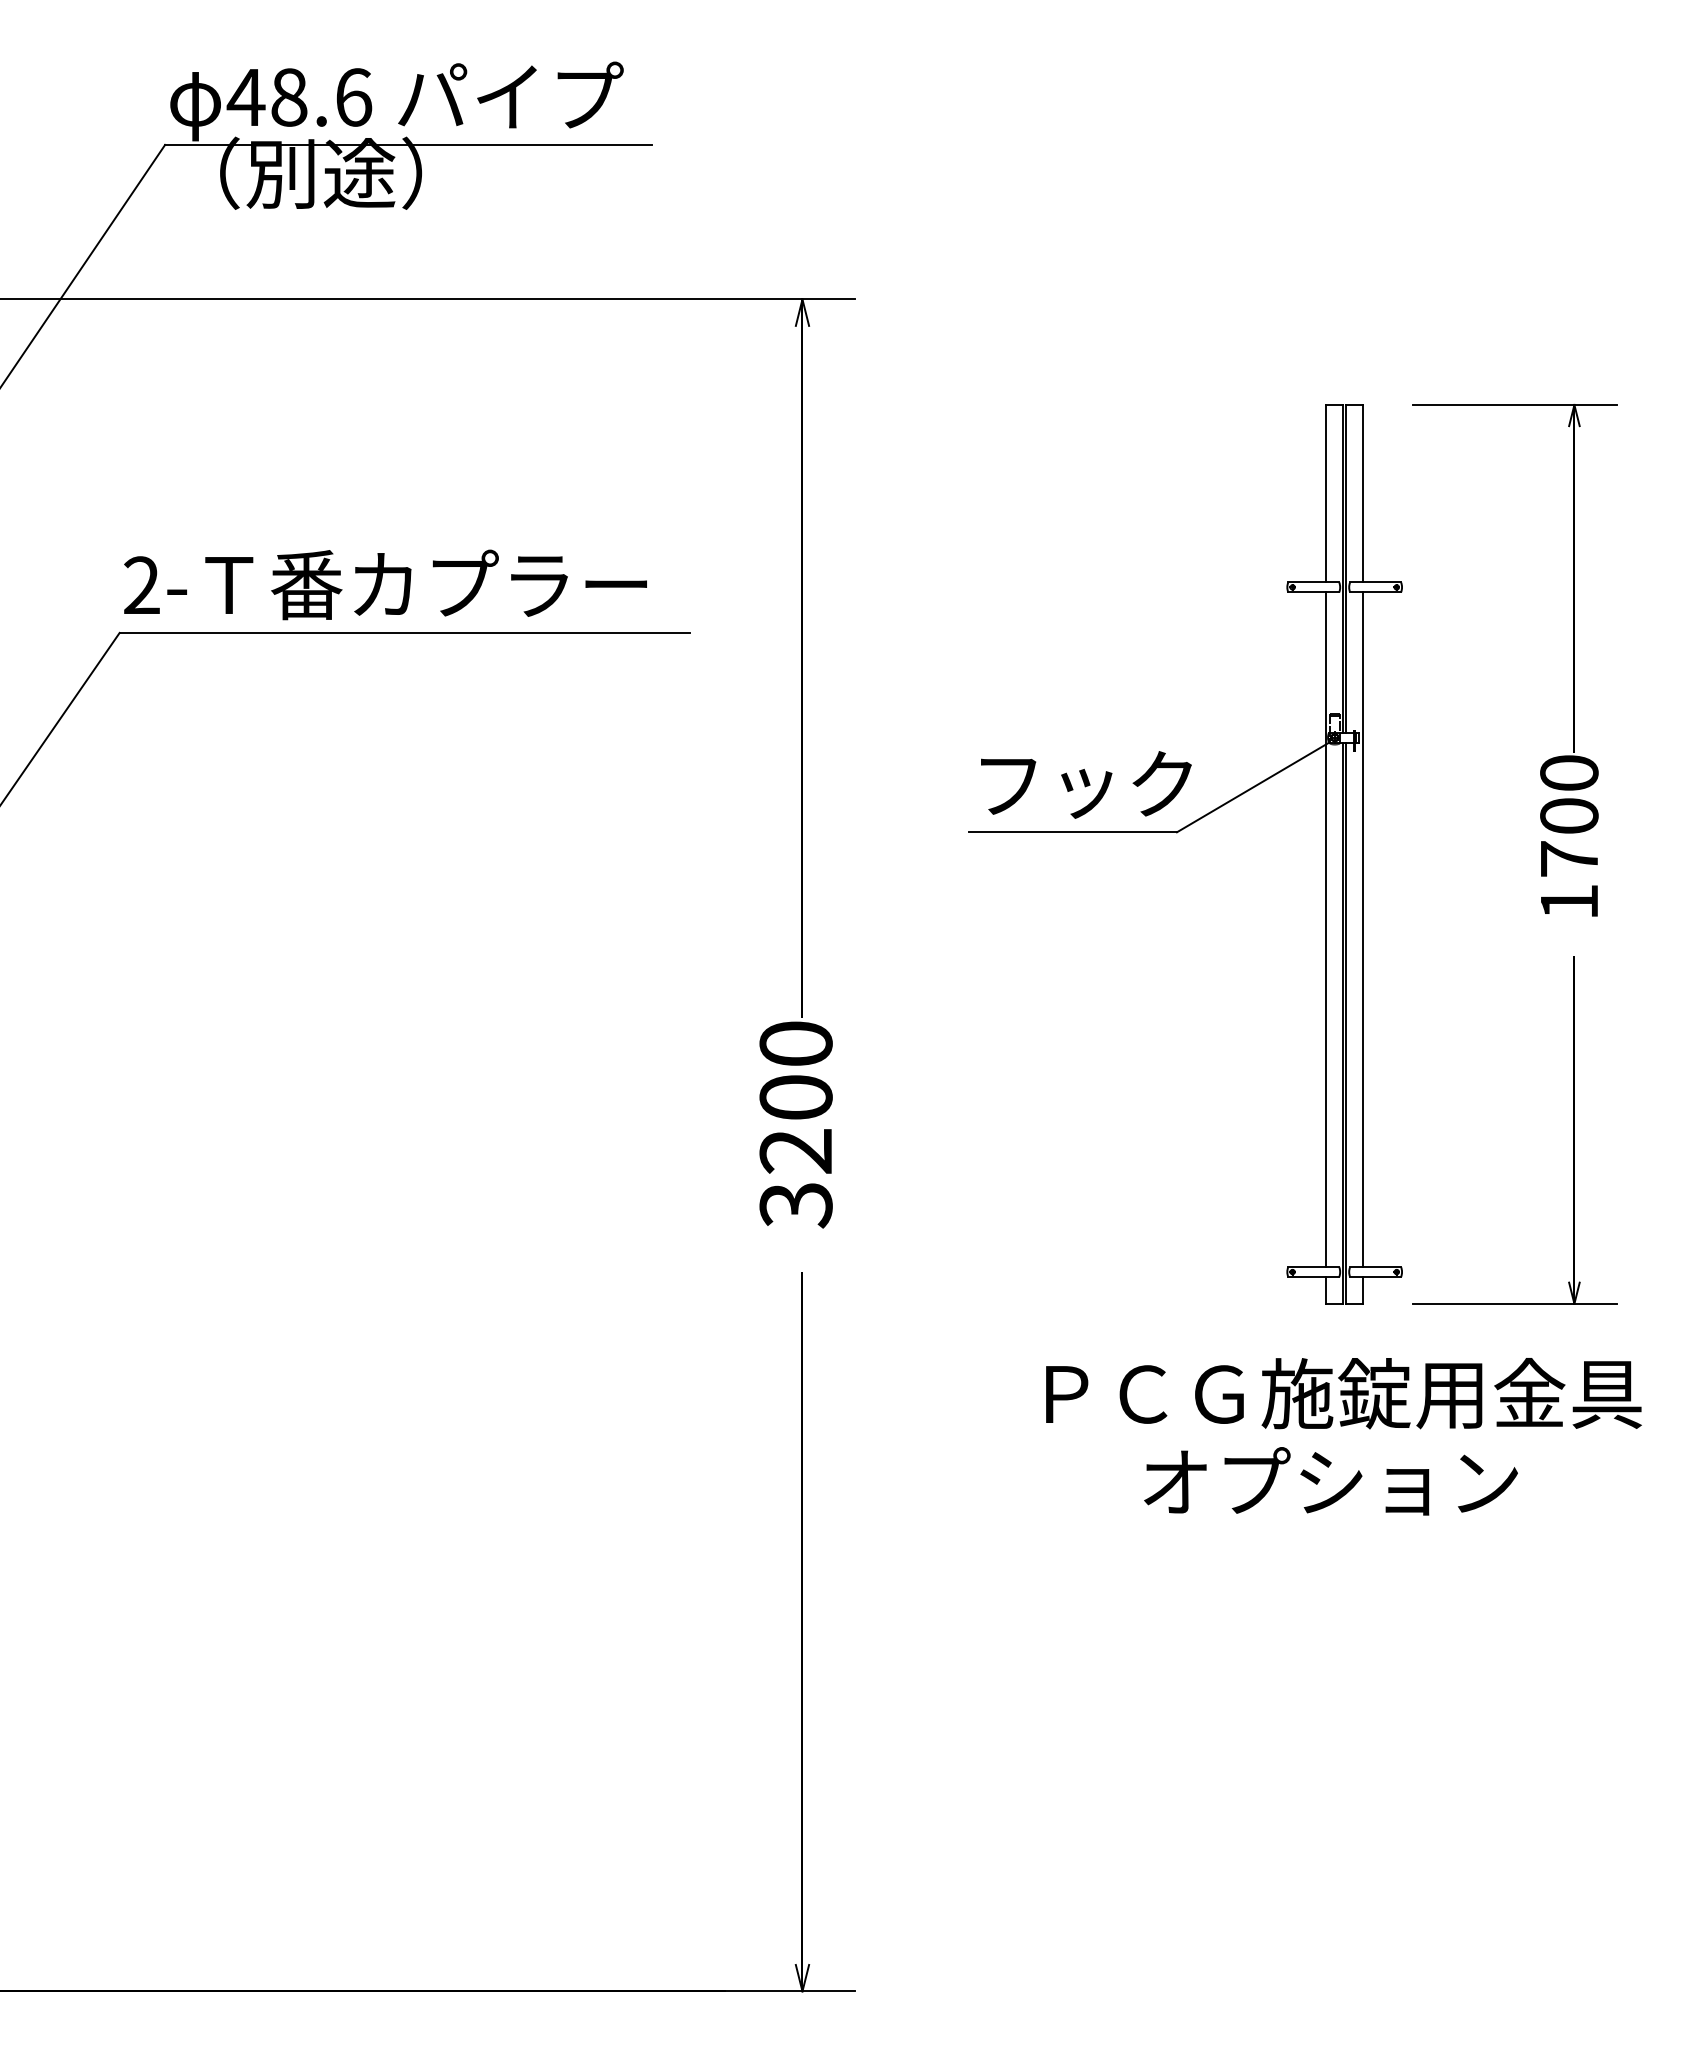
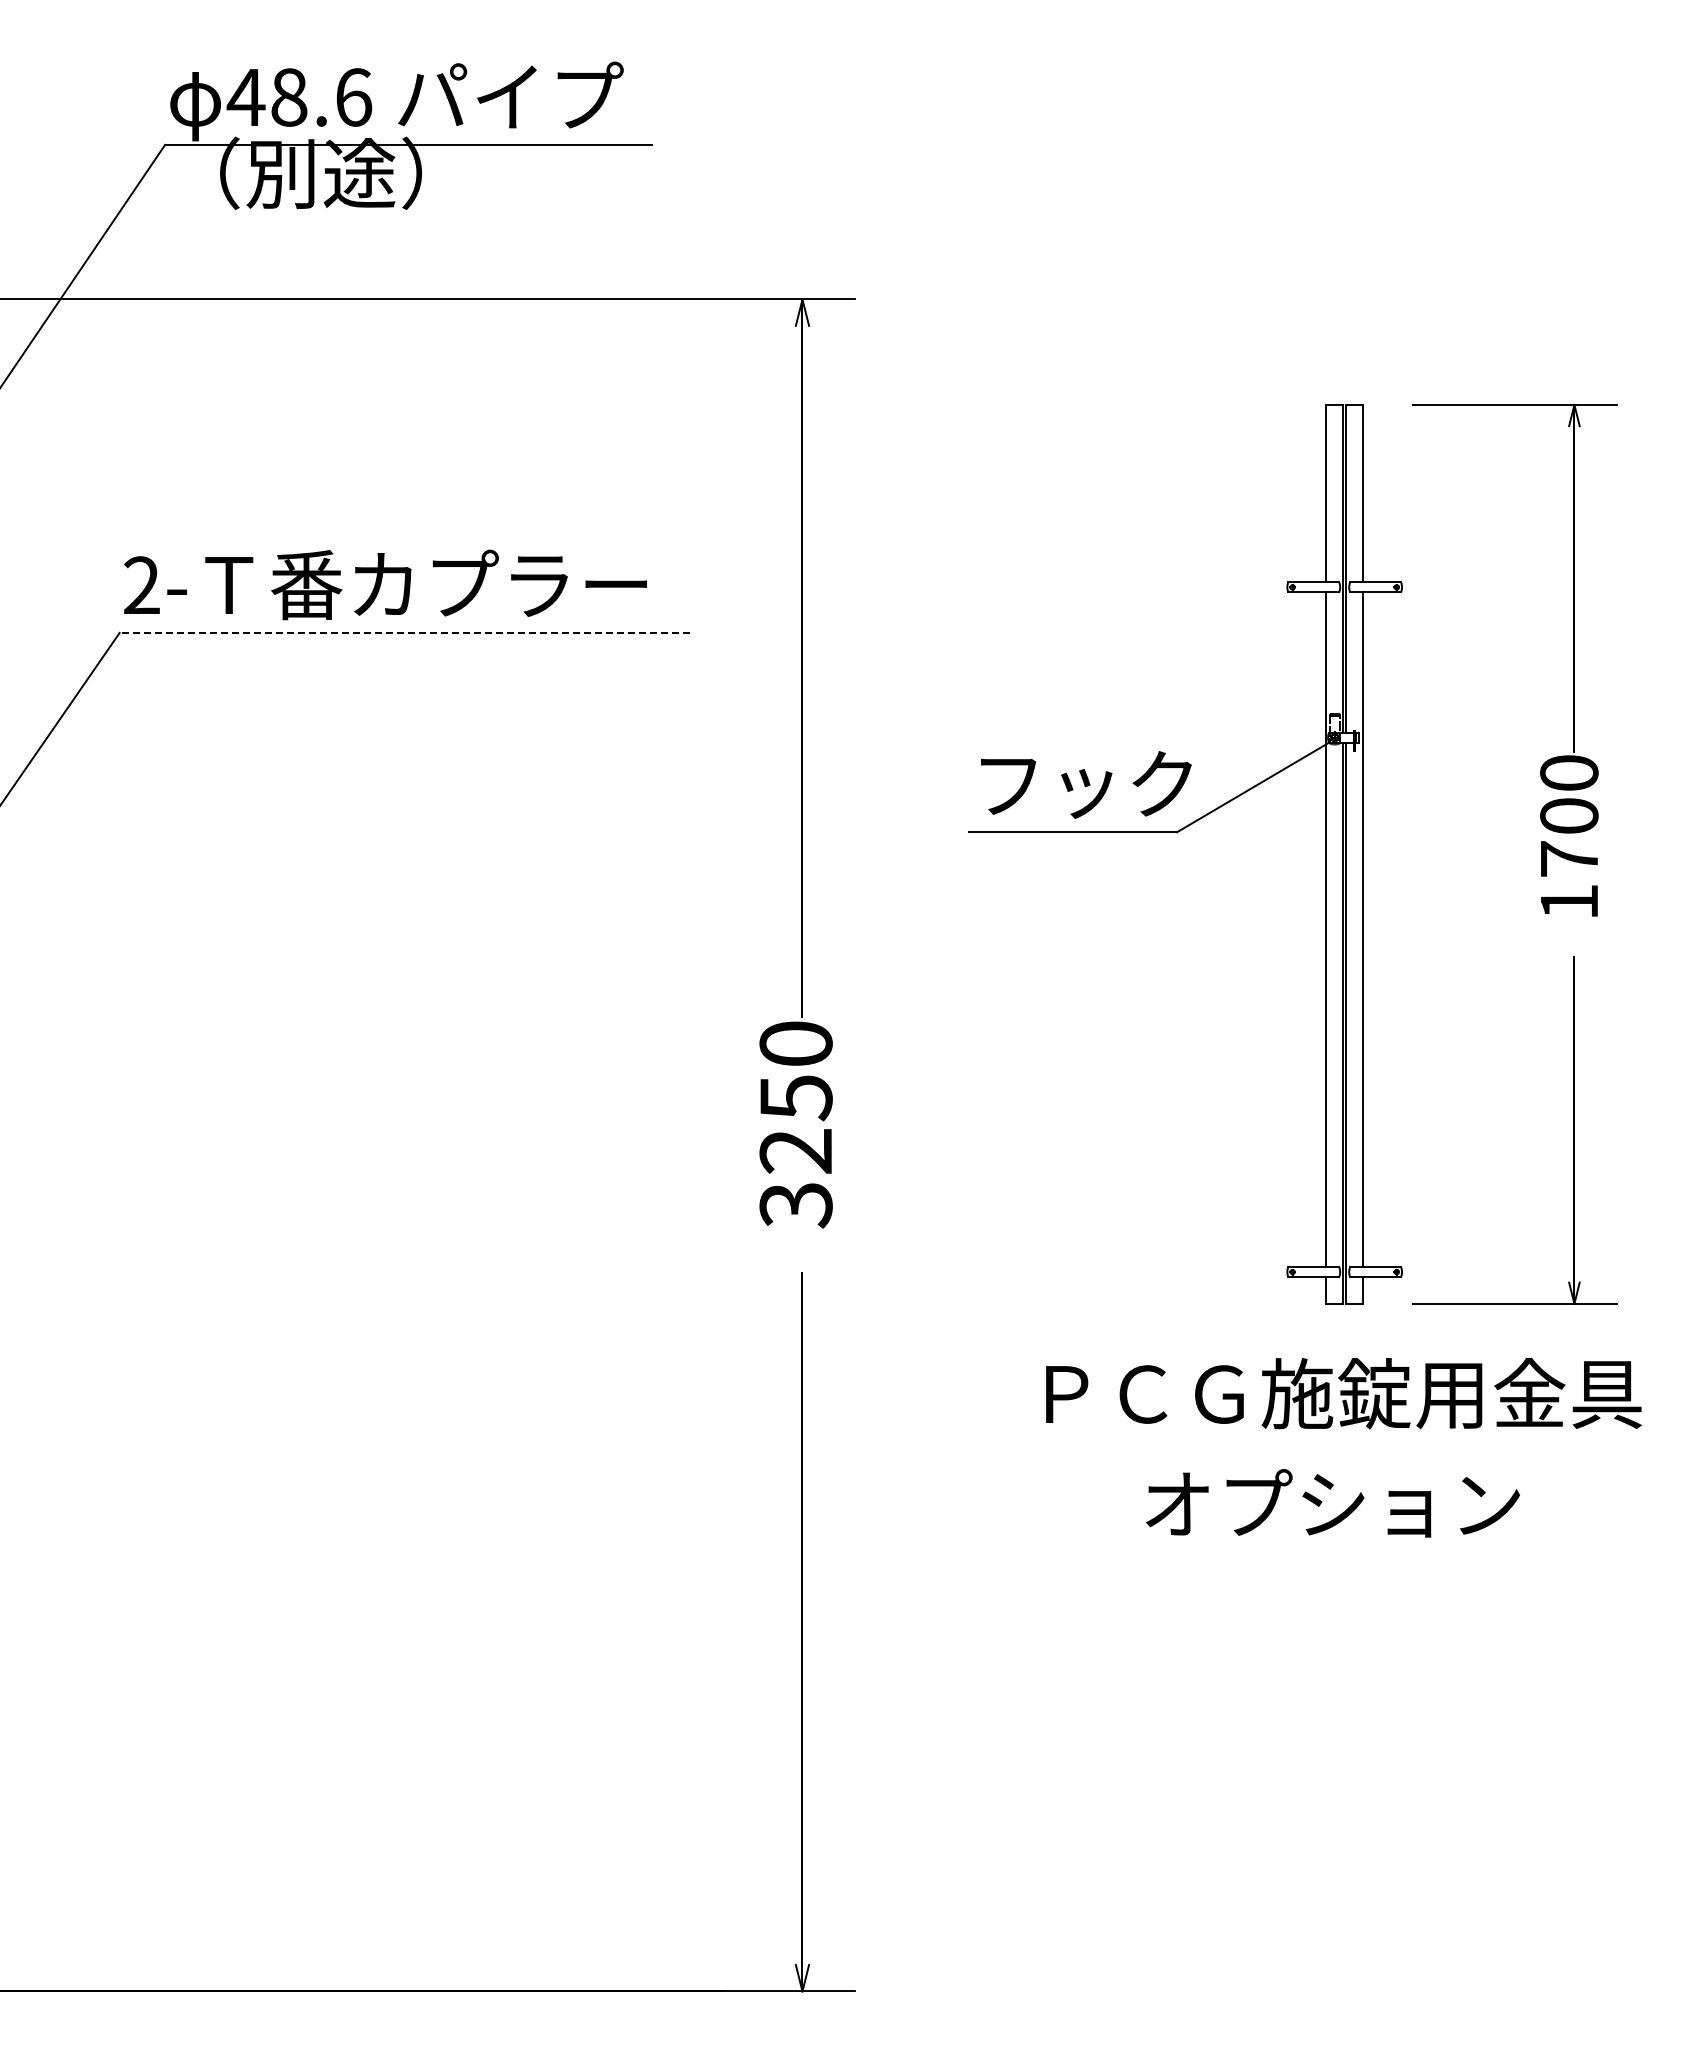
line at (404, 632): solid -> dashed
text at (795, 1098): 3200 -> 3250
text at (1330, 1481) position: (1330, 1481) -> (1332, 1503)
